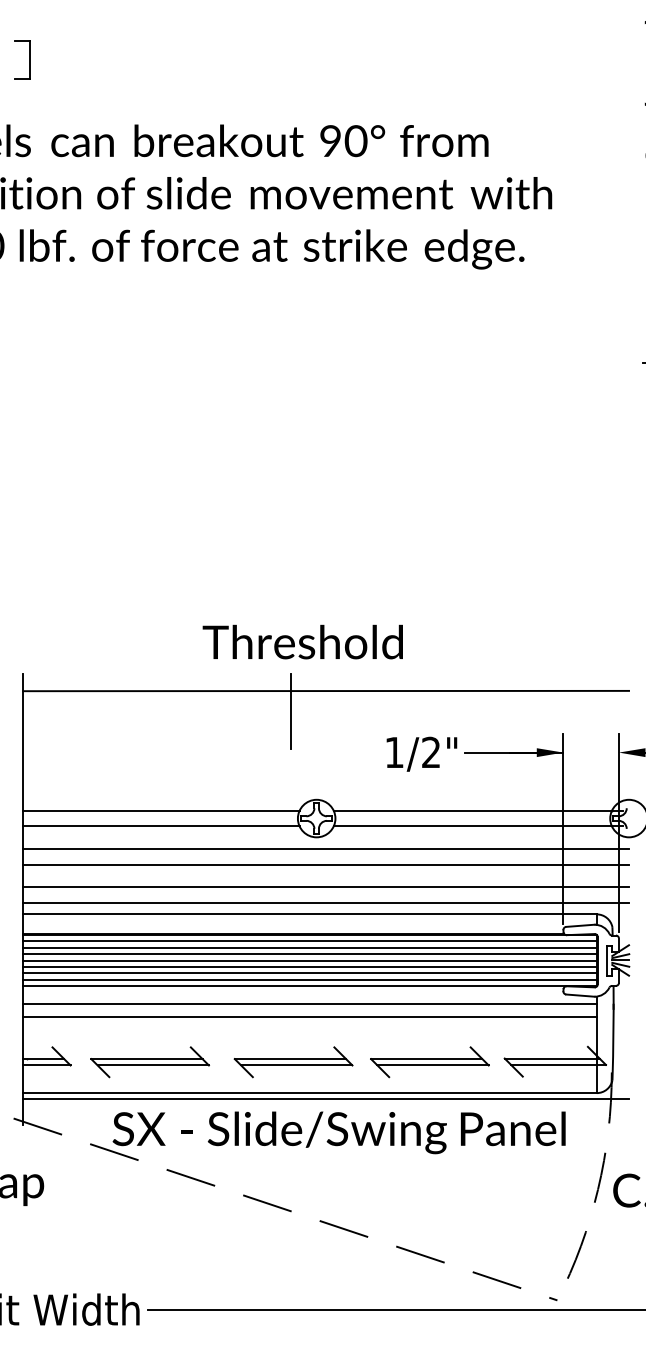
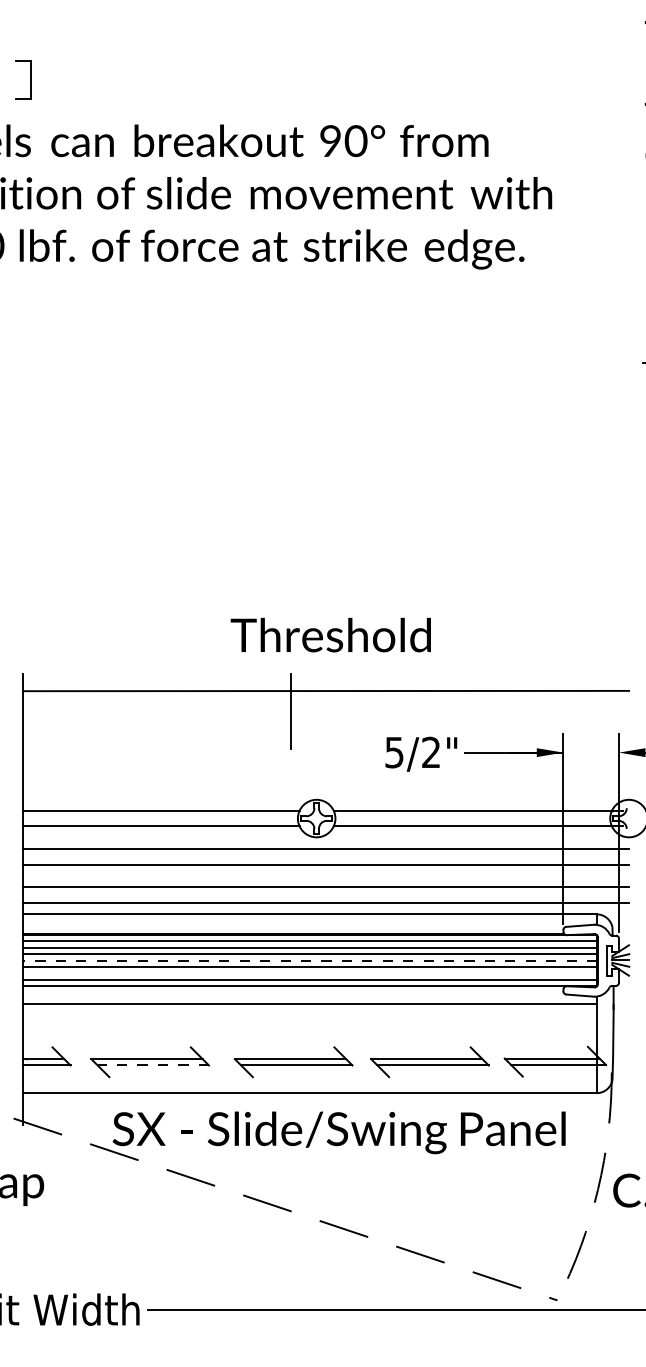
part at (29, 59) position: (29, 59) -> (30, 79)
text at (302, 641) position: (302, 641) -> (330, 634)
text at (394, 752): 1/2" -> 5/2"
line at (310, 960): solid -> dashed
line at (310, 973): present -> none
line at (310, 1016): present -> none
line at (153, 1065): solid -> dashed
line at (326, 1099): present -> none
